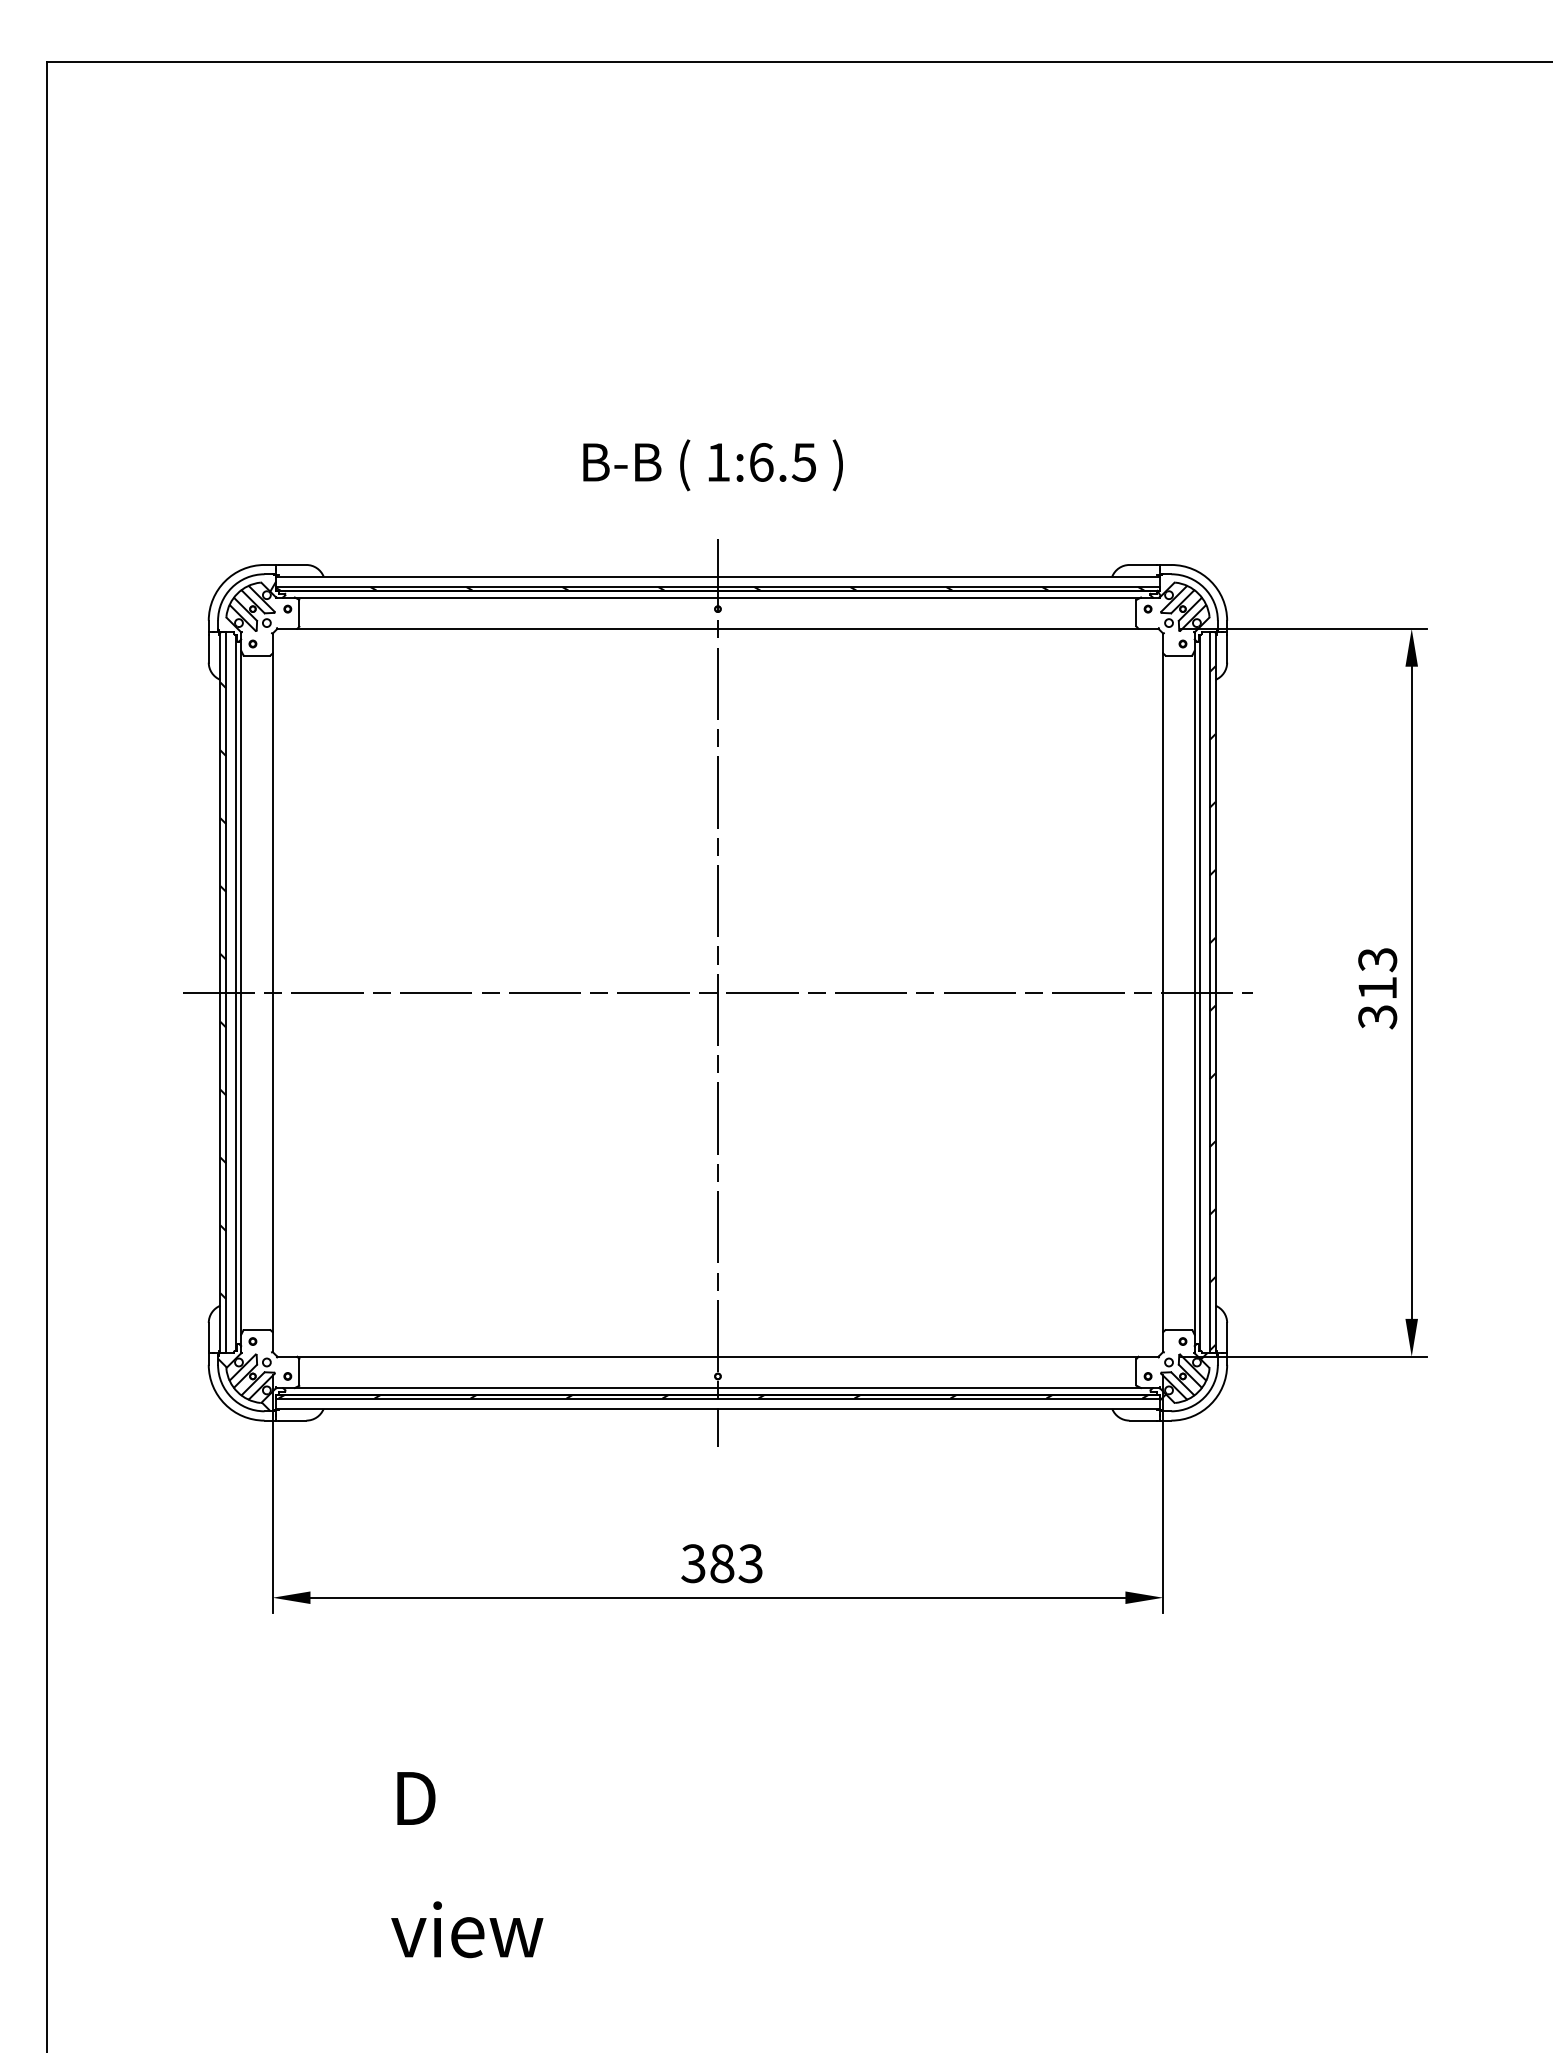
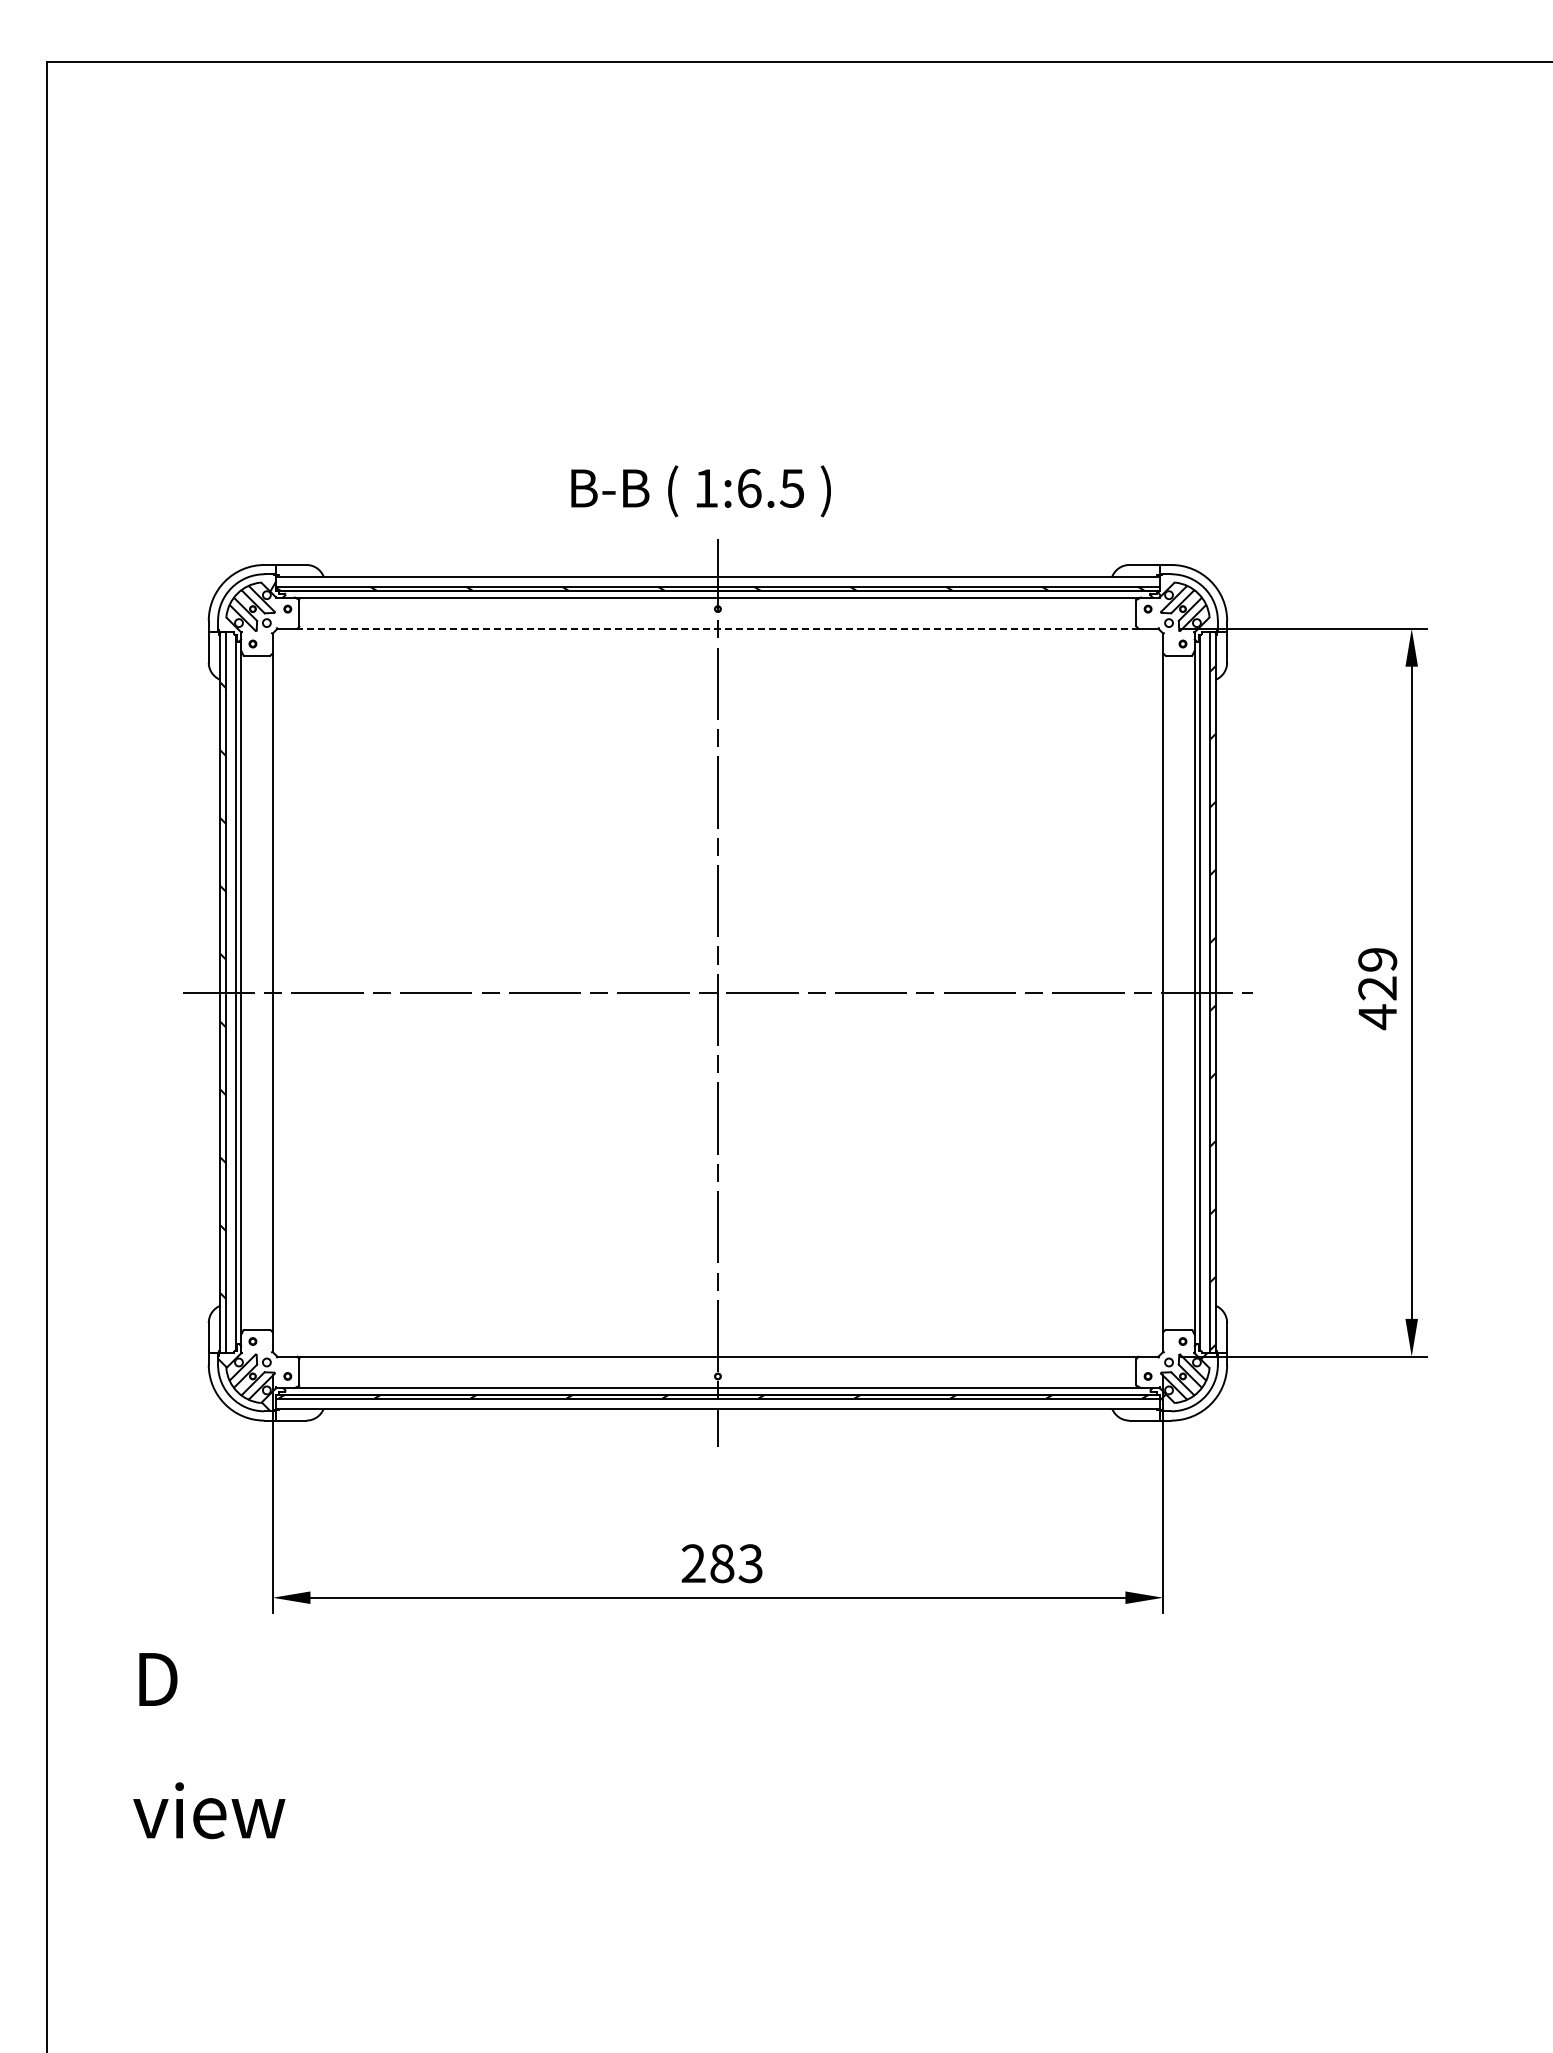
text at (712, 465) position: (712, 465) -> (700, 491)
line at (717, 628): solid -> dashed
text at (1377, 989): 313 -> 429
text at (693, 1563): 383 -> 283
text at (467, 1865) position: (467, 1865) -> (209, 1746)
